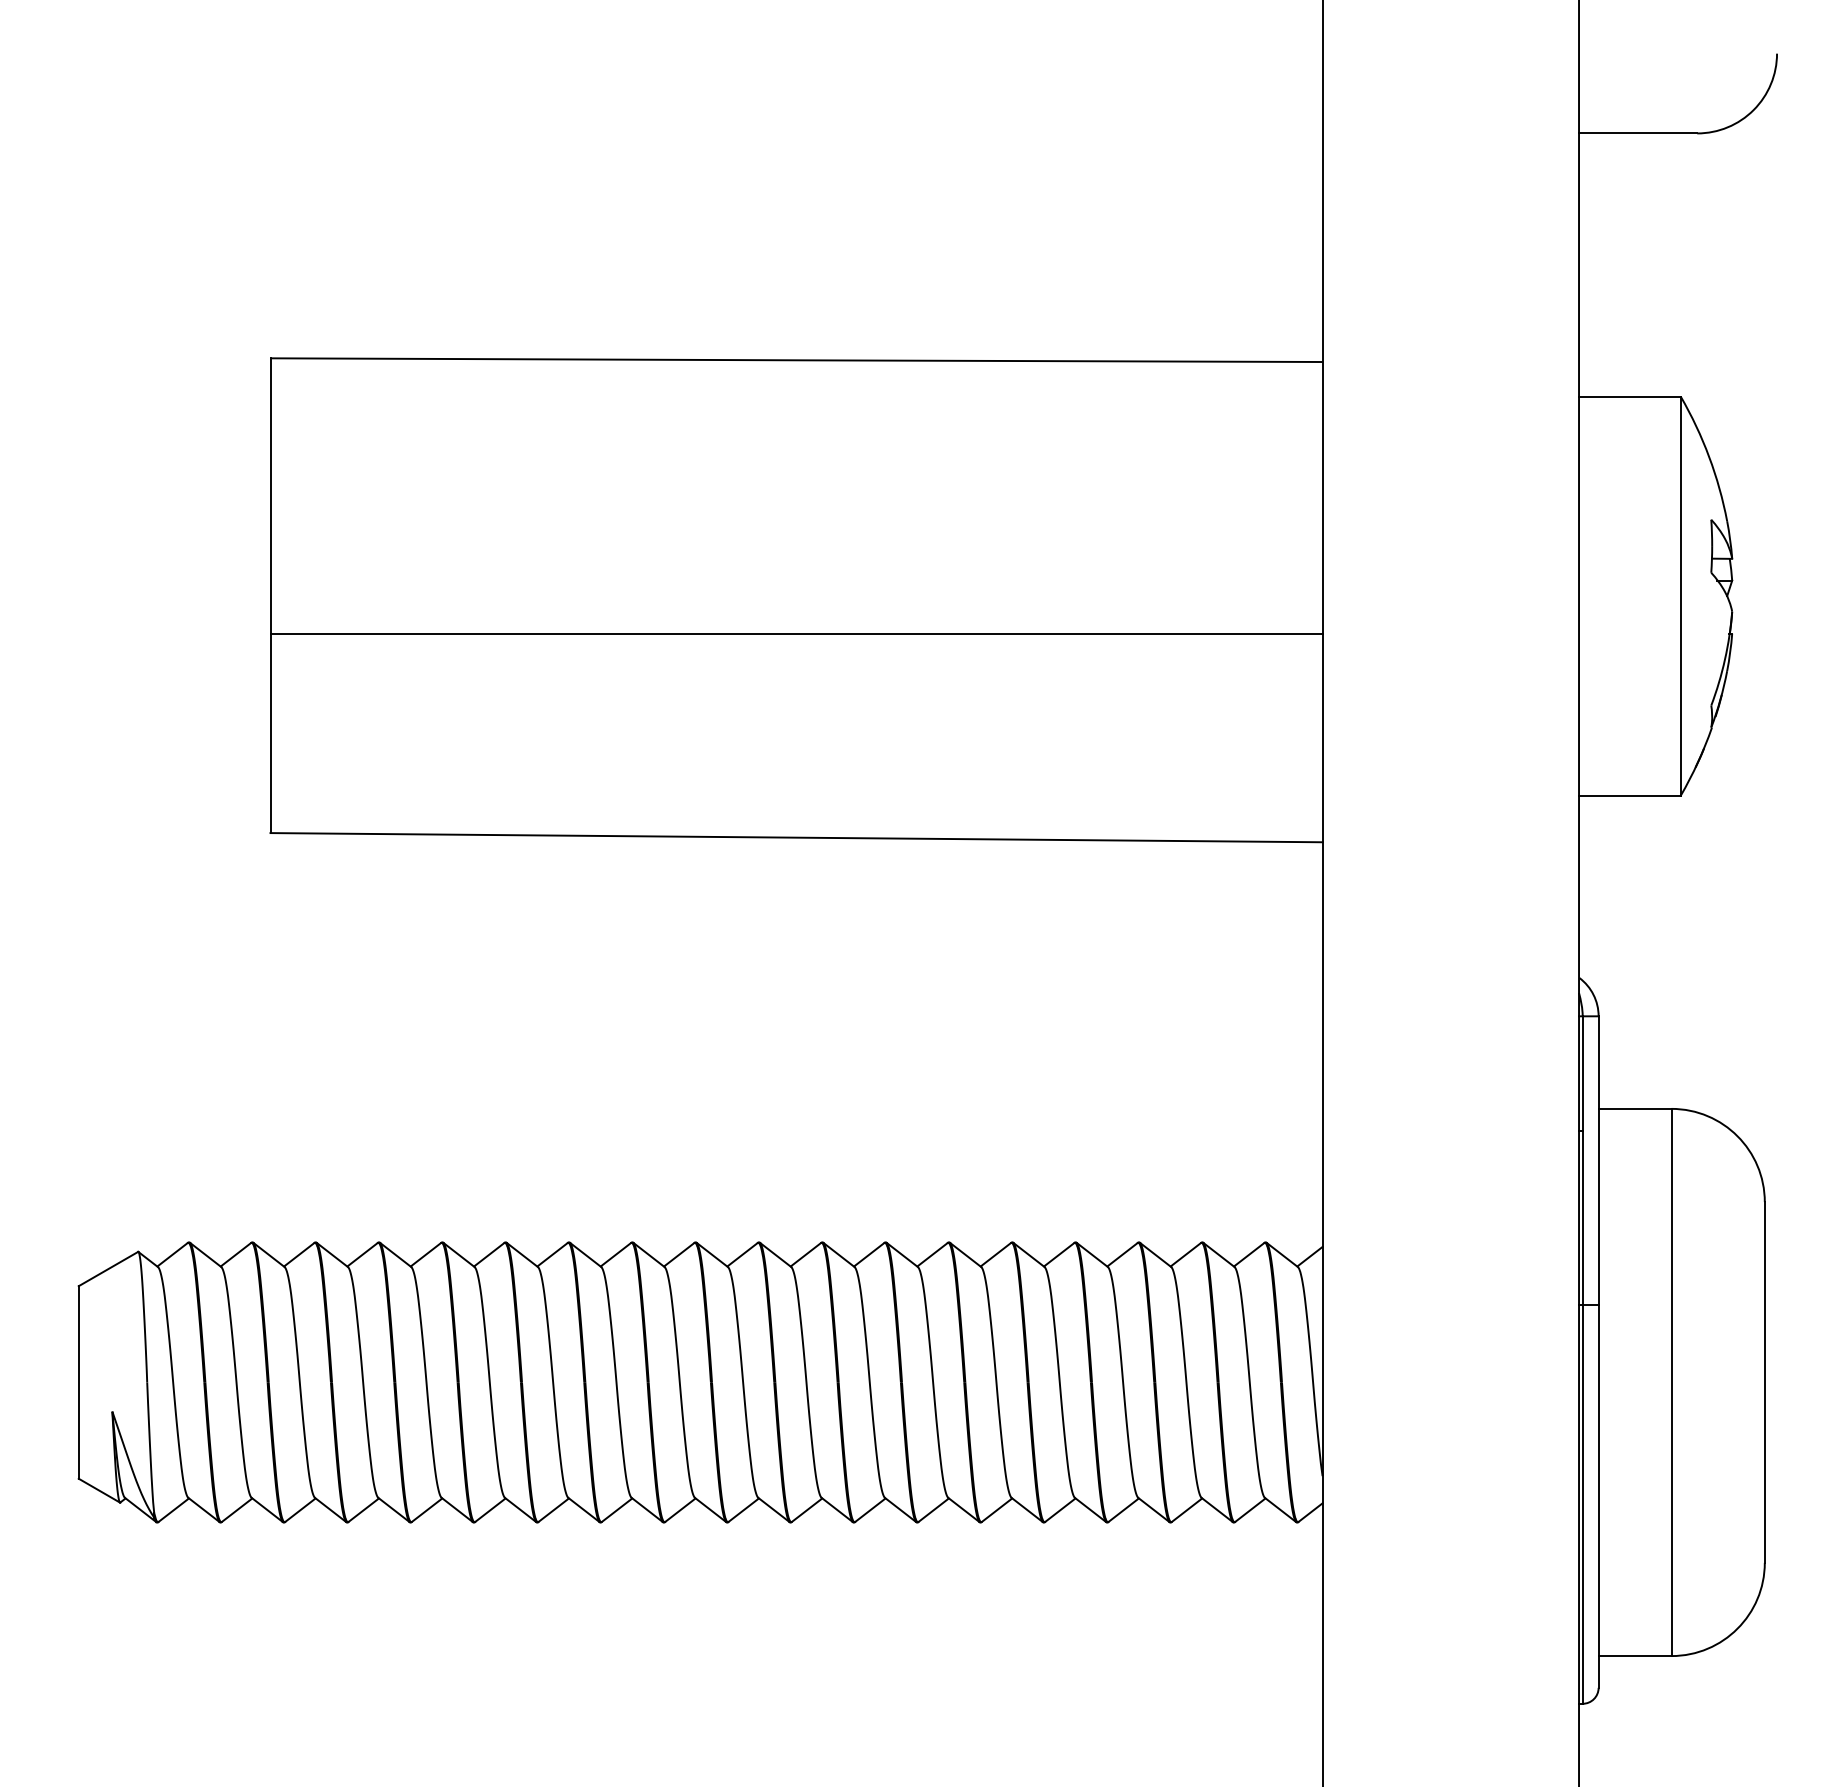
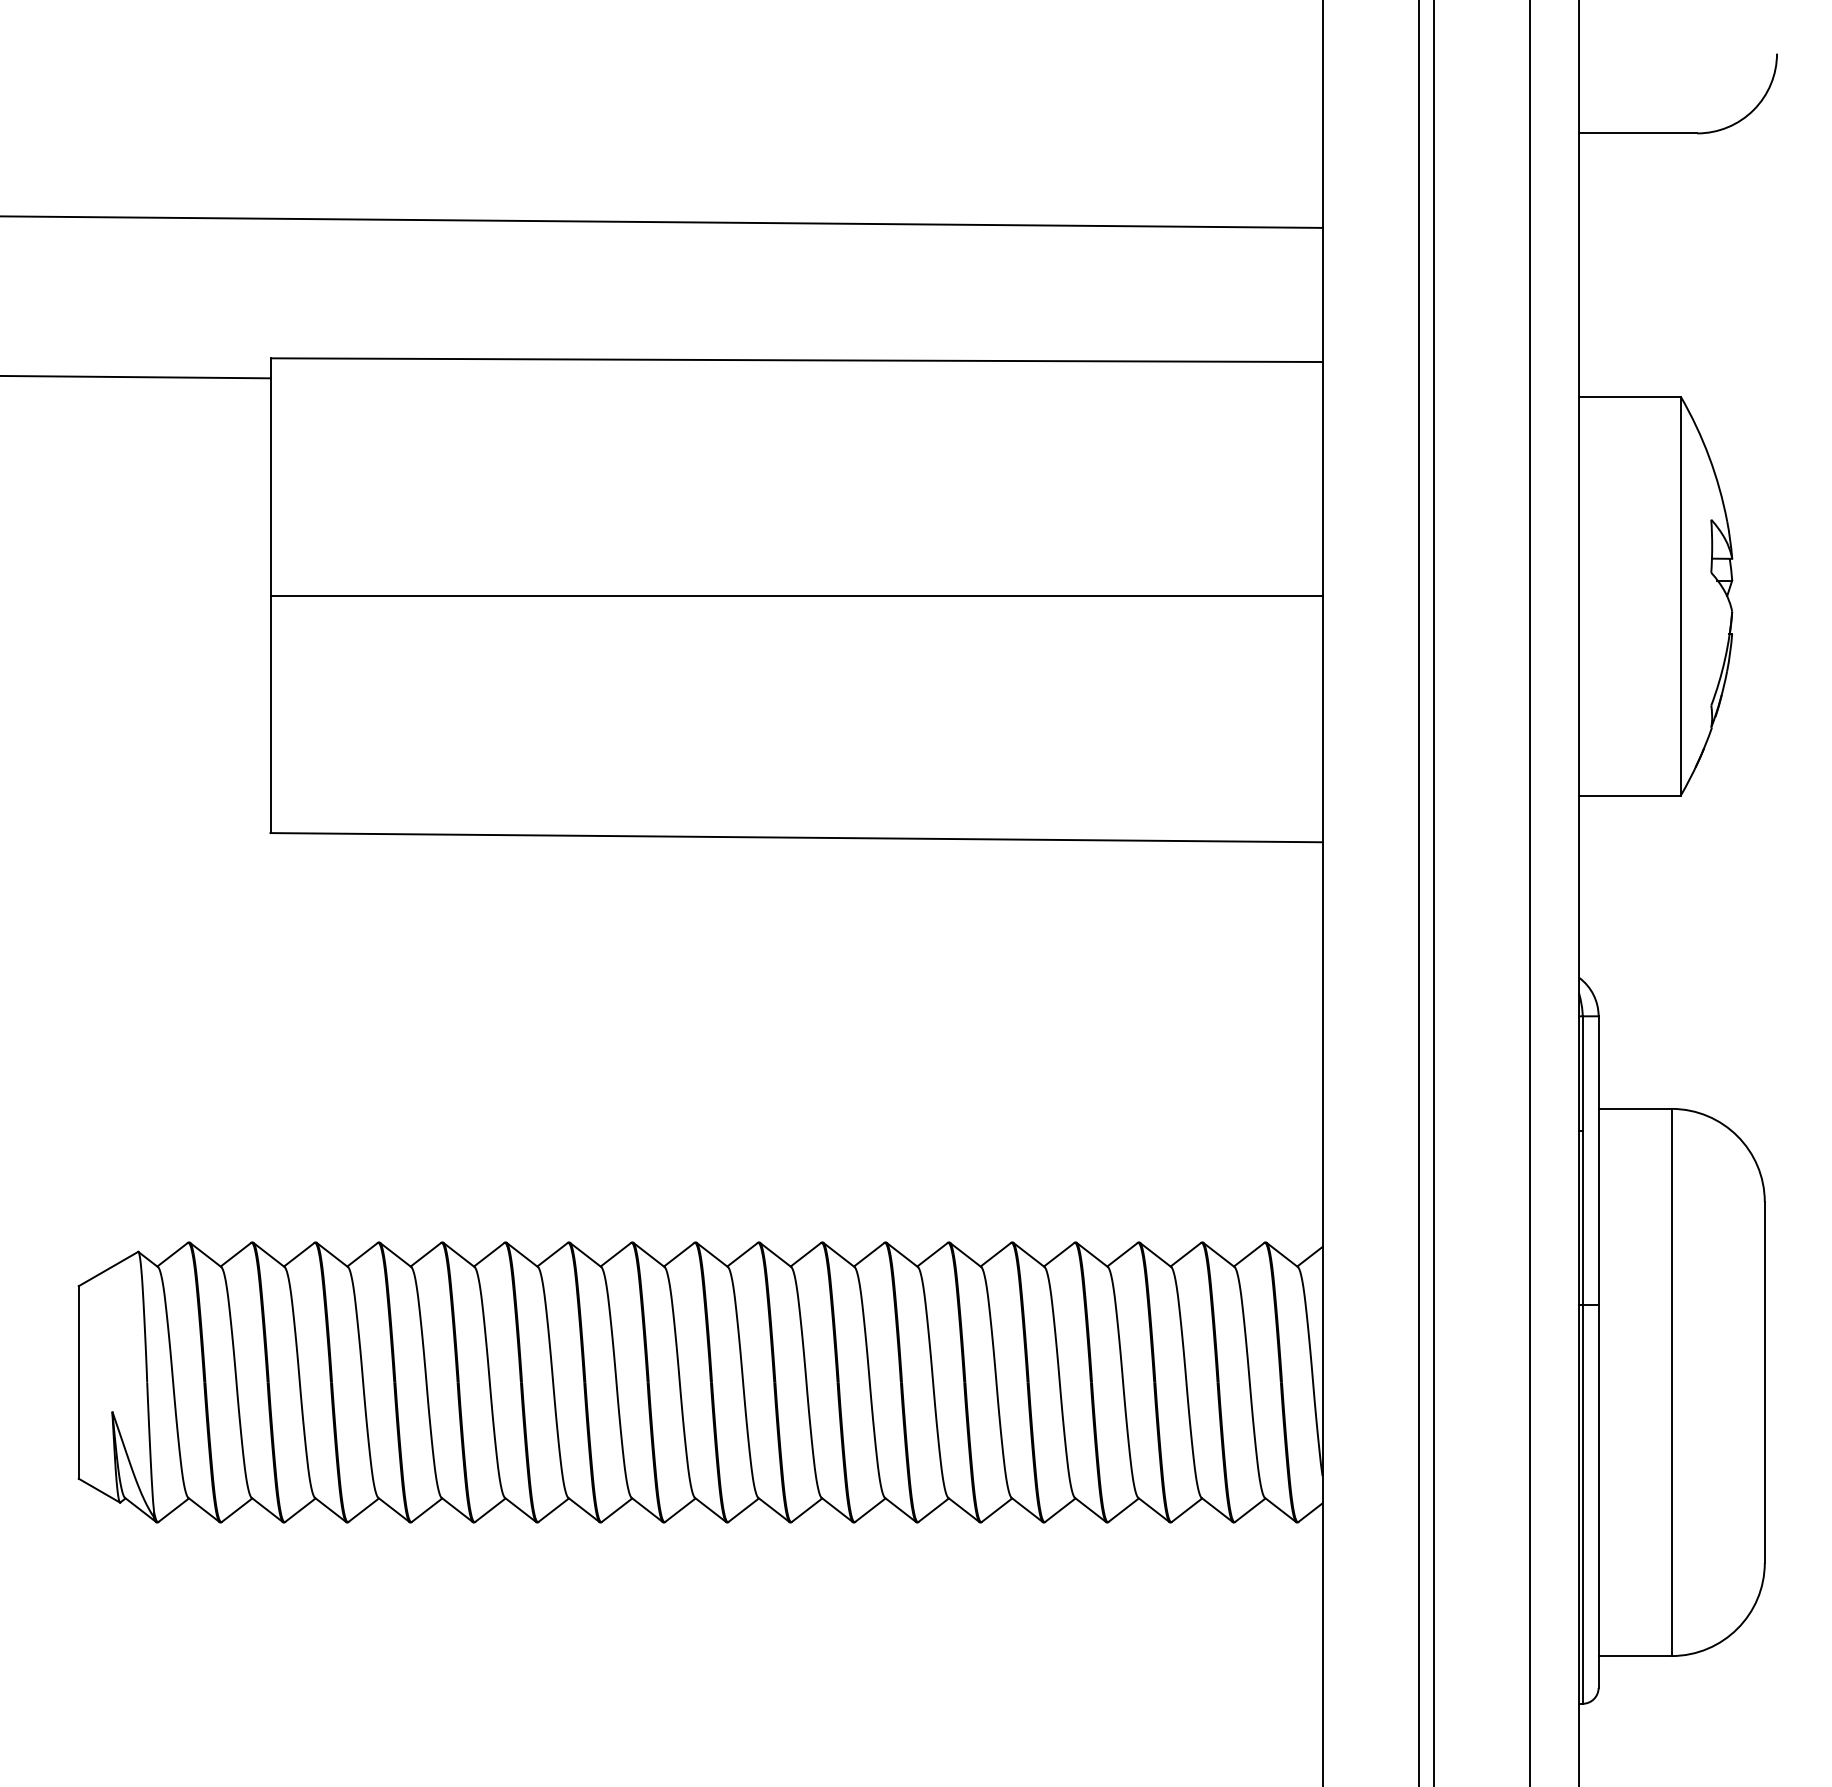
line at (662, 221): none -> present
line at (136, 376): none -> present
line at (796, 634) position: (796, 634) -> (796, 596)
line at (1419, 892): none -> present
line at (1433, 892): none -> present
line at (1530, 892): none -> present
